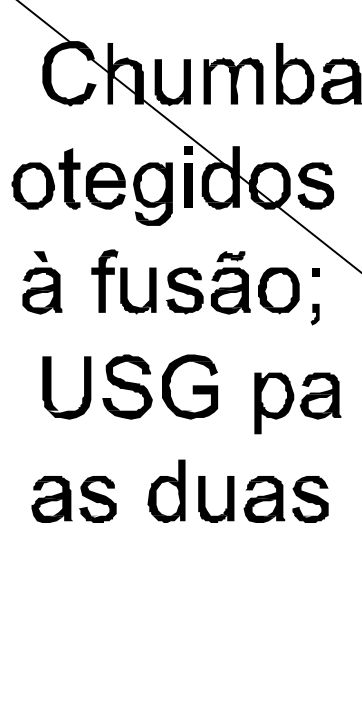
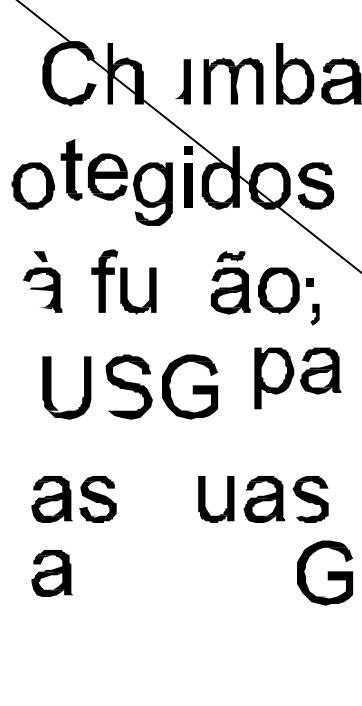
fill at (168, 82): present -> none
part at (91, 178) position: (91, 178) -> (93, 169)
part at (315, 272) position: (315, 272) -> (309, 282)
part at (184, 290): present -> none
fill at (37, 301): present -> none
part at (297, 403) position: (297, 403) -> (297, 378)
fill at (115, 404): present -> none
part at (166, 490): present -> none
fill at (302, 511): present -> none
part at (325, 572): none -> present
part at (51, 573): none -> present
